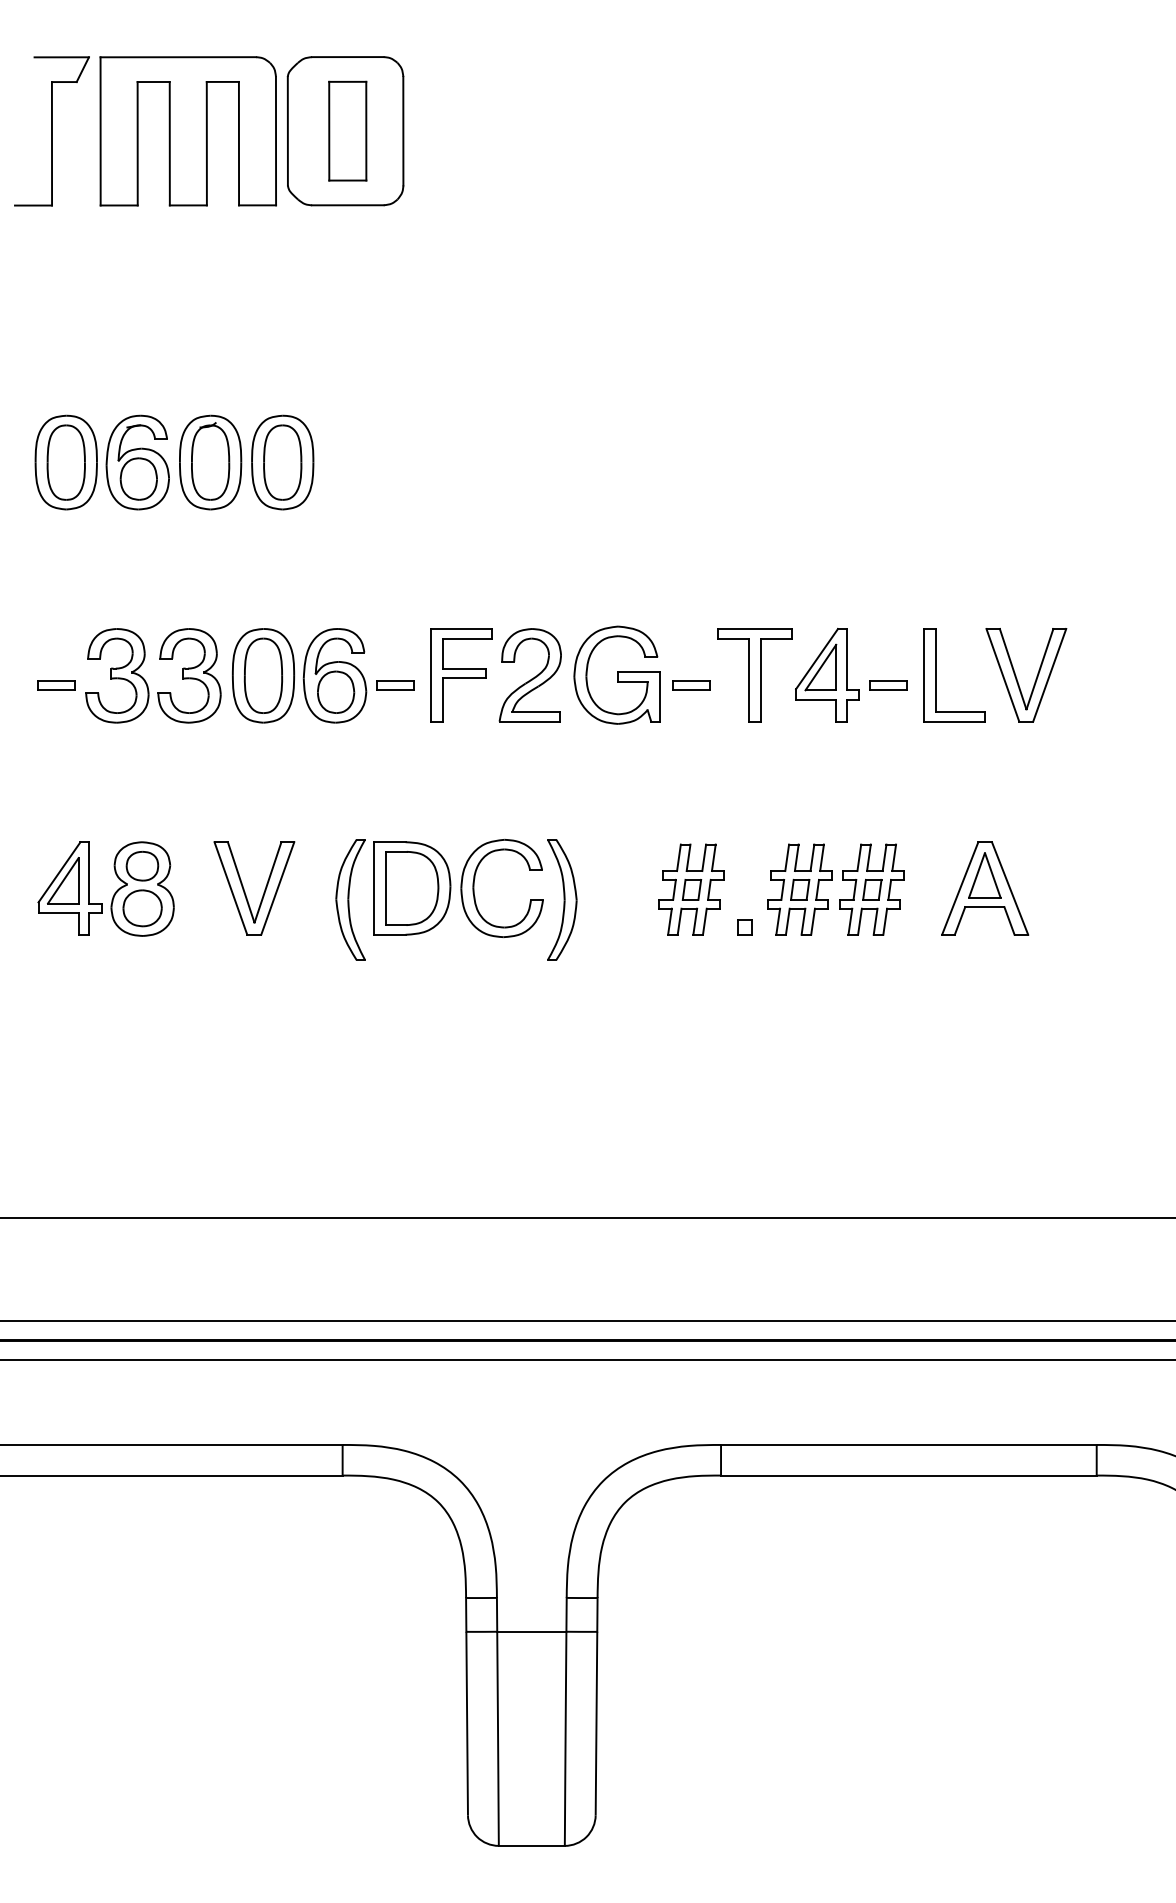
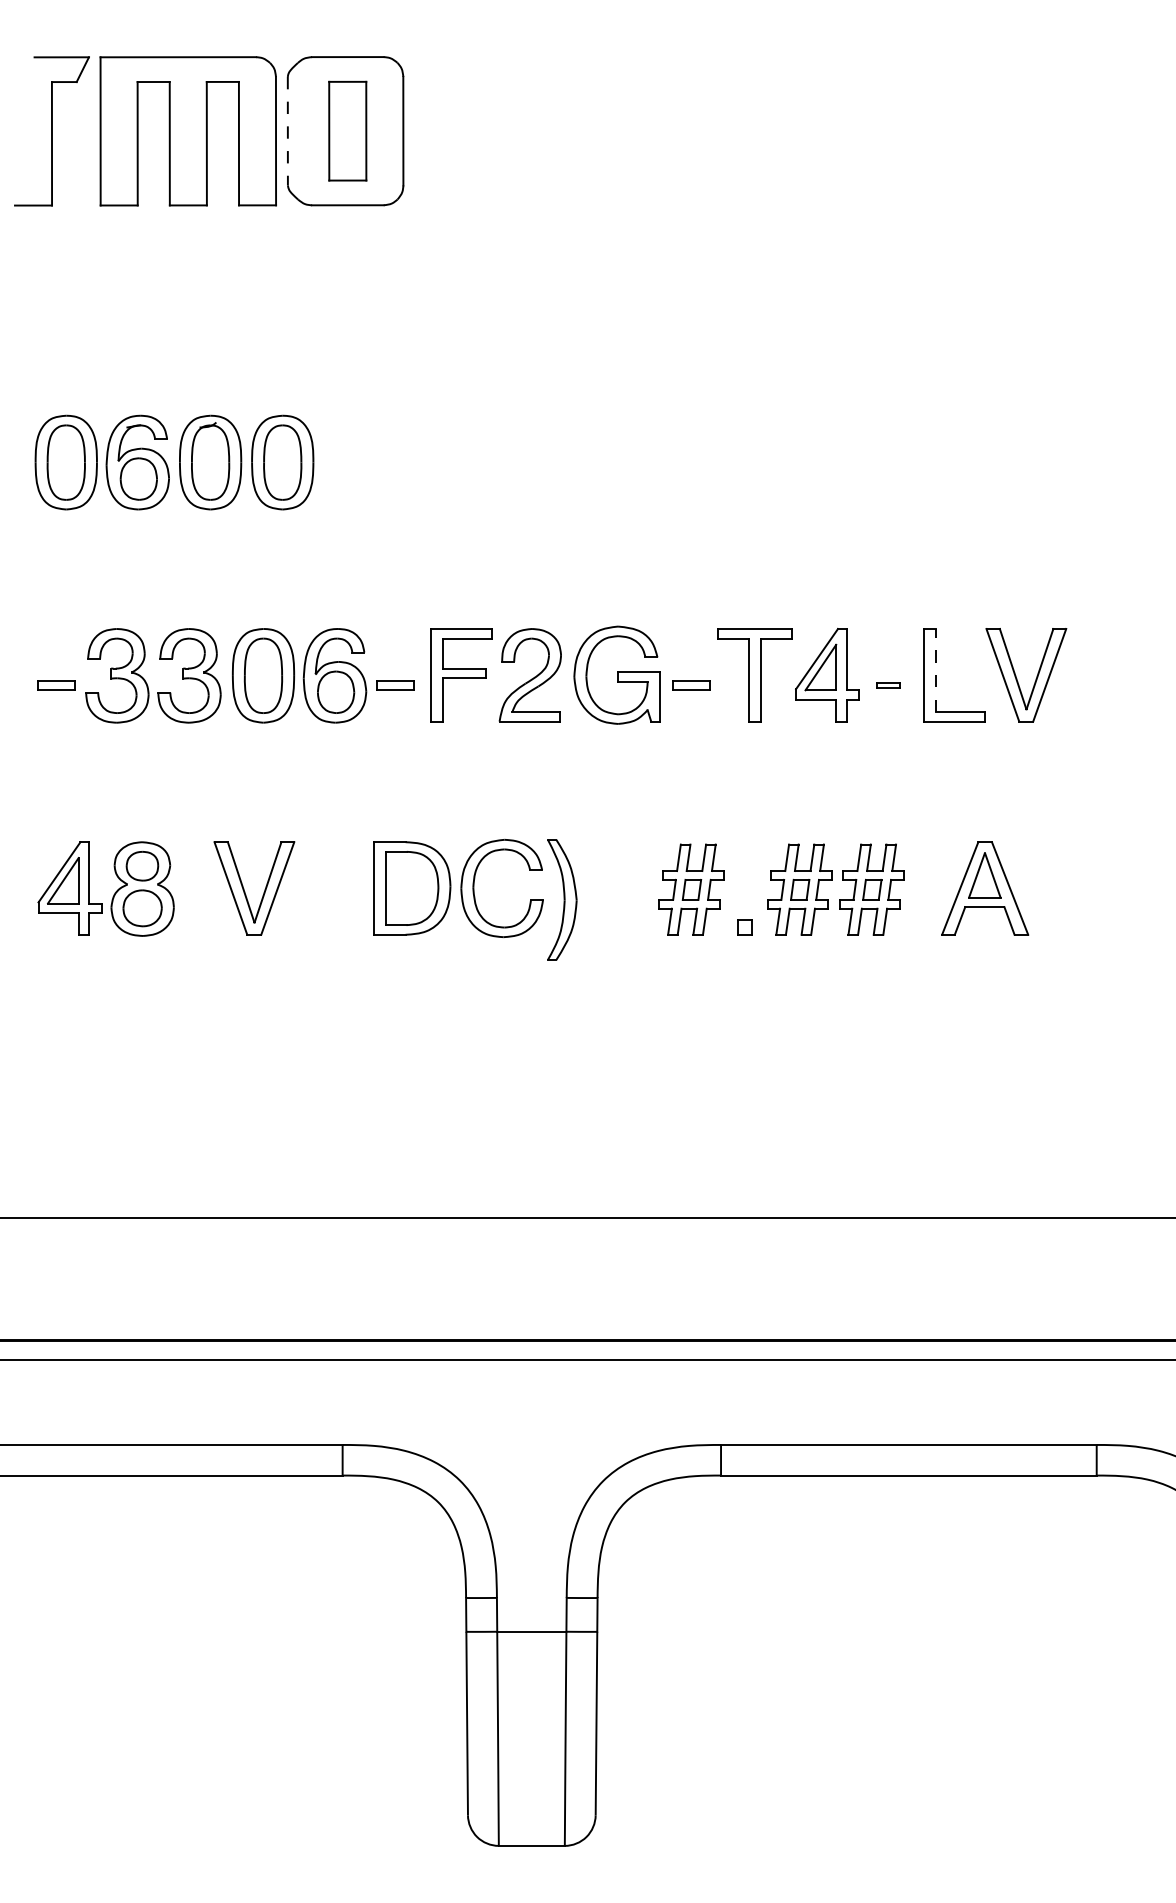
line at (287, 131): solid -> dashed
line at (936, 669): solid -> dashed
part at (888, 685) size: 39x11 px -> 25x7 px
part at (350, 899): present -> none
line at (587, 1321): present -> none
